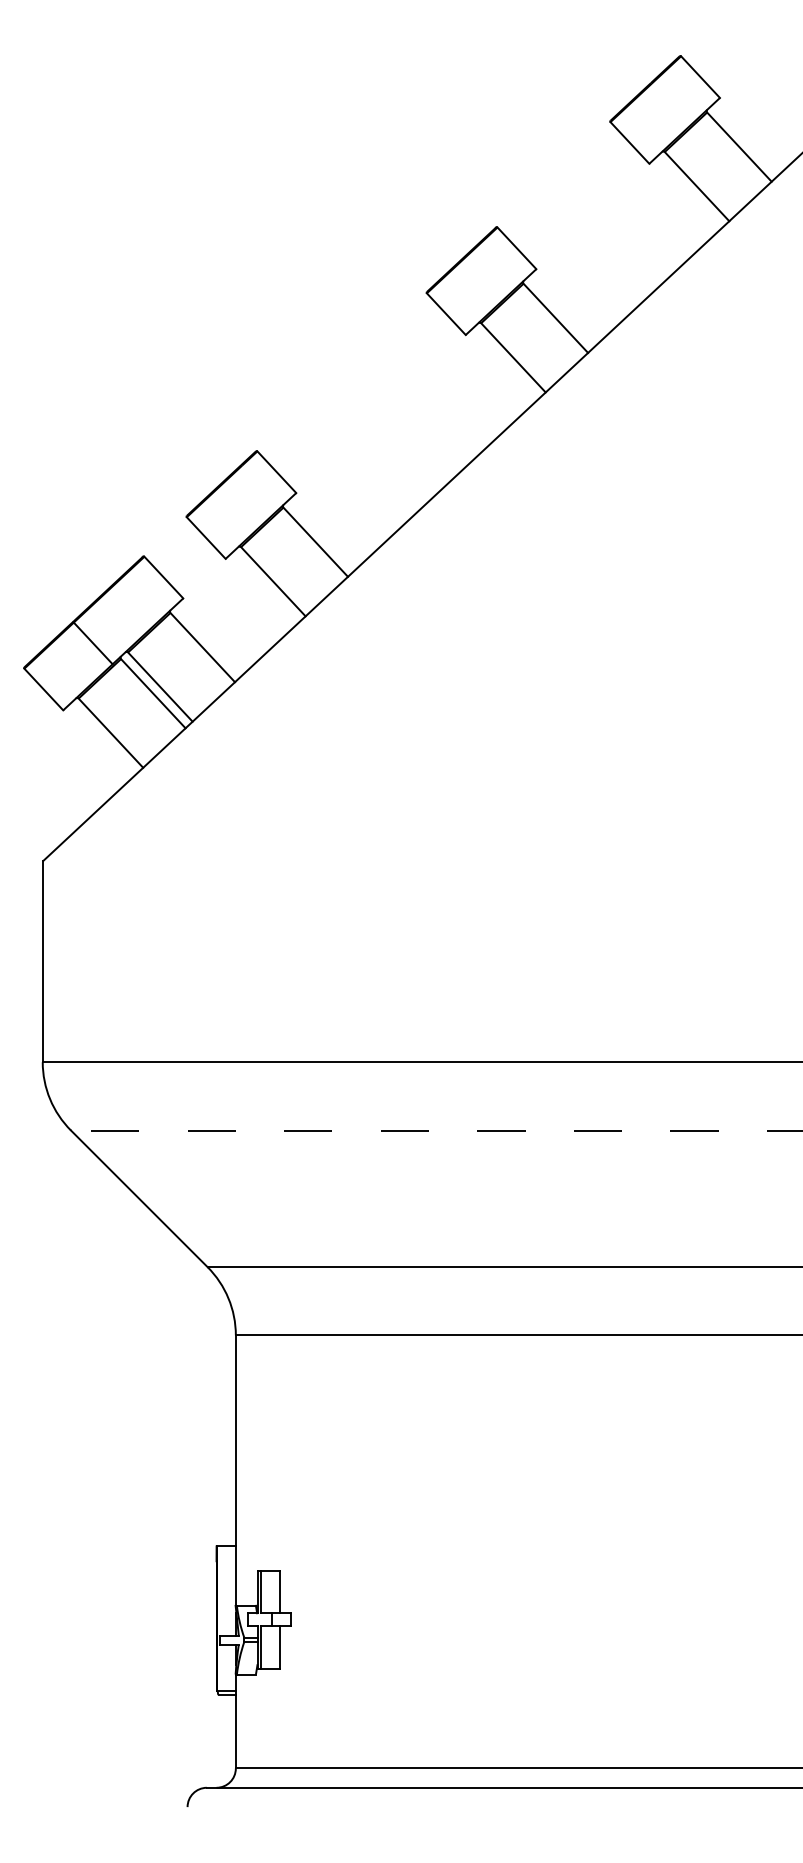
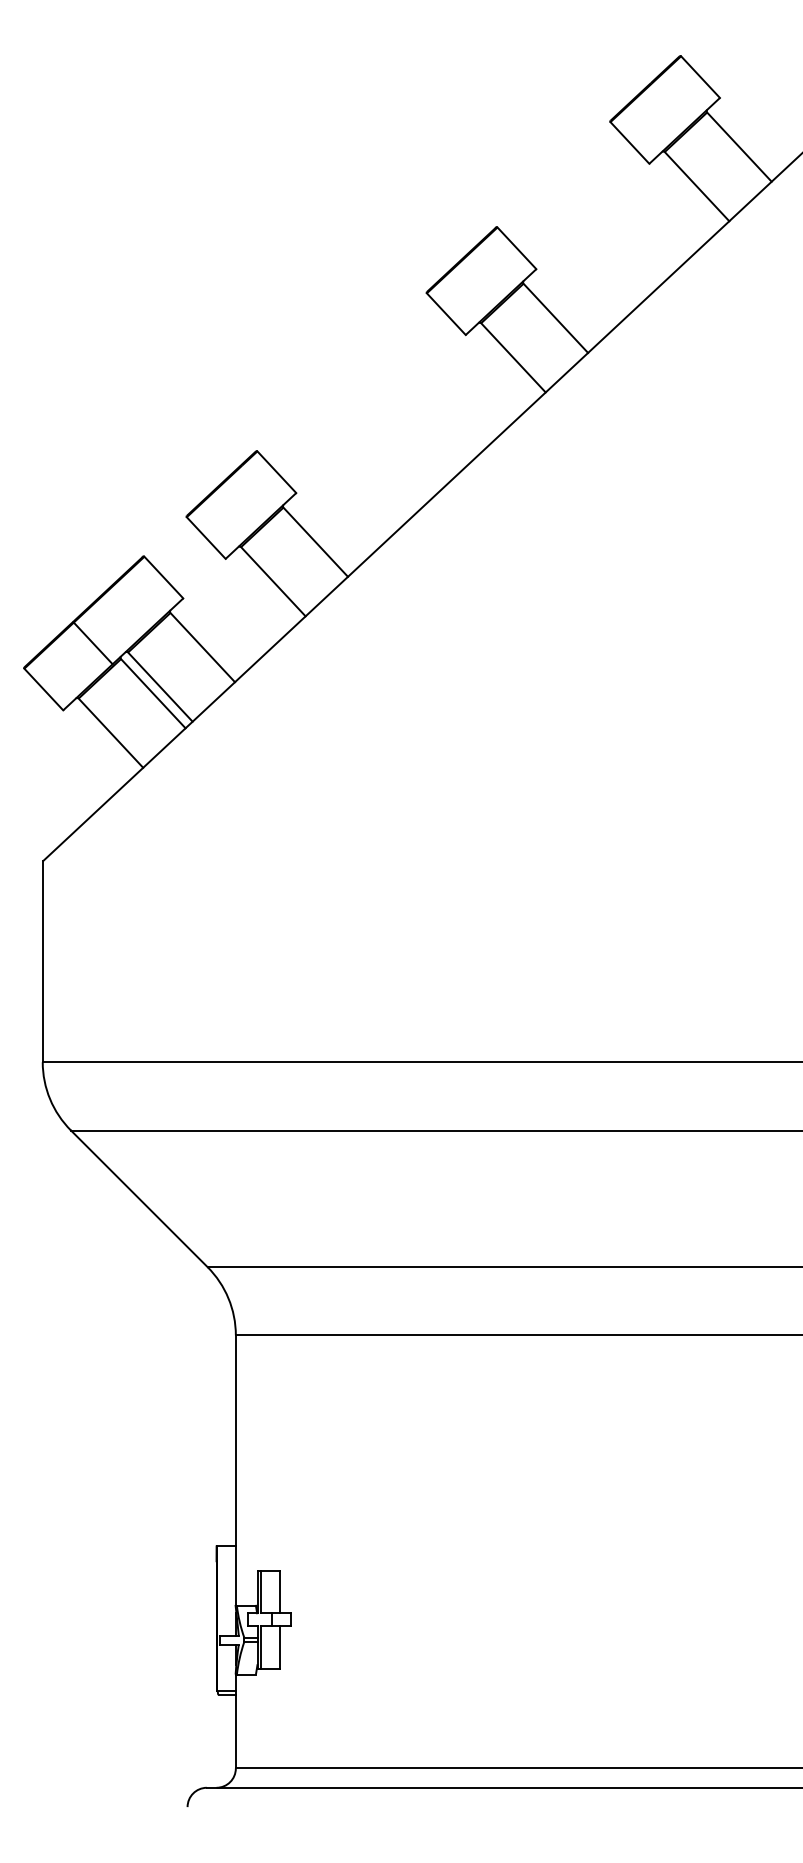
line at (436, 1130): dashed -> solid
